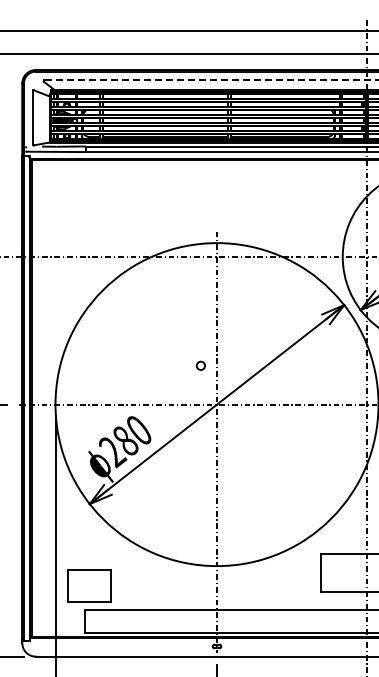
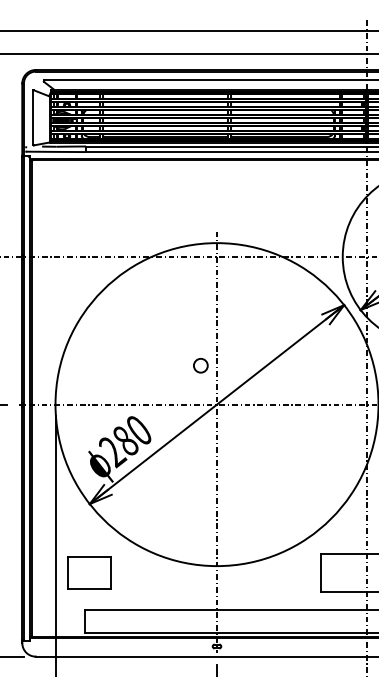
line at (210, 80): dashed -> solid
circle at (200, 365) size: 11x11 px -> 16x16 px
part at (89, 585) position: (89, 585) -> (89, 572)
